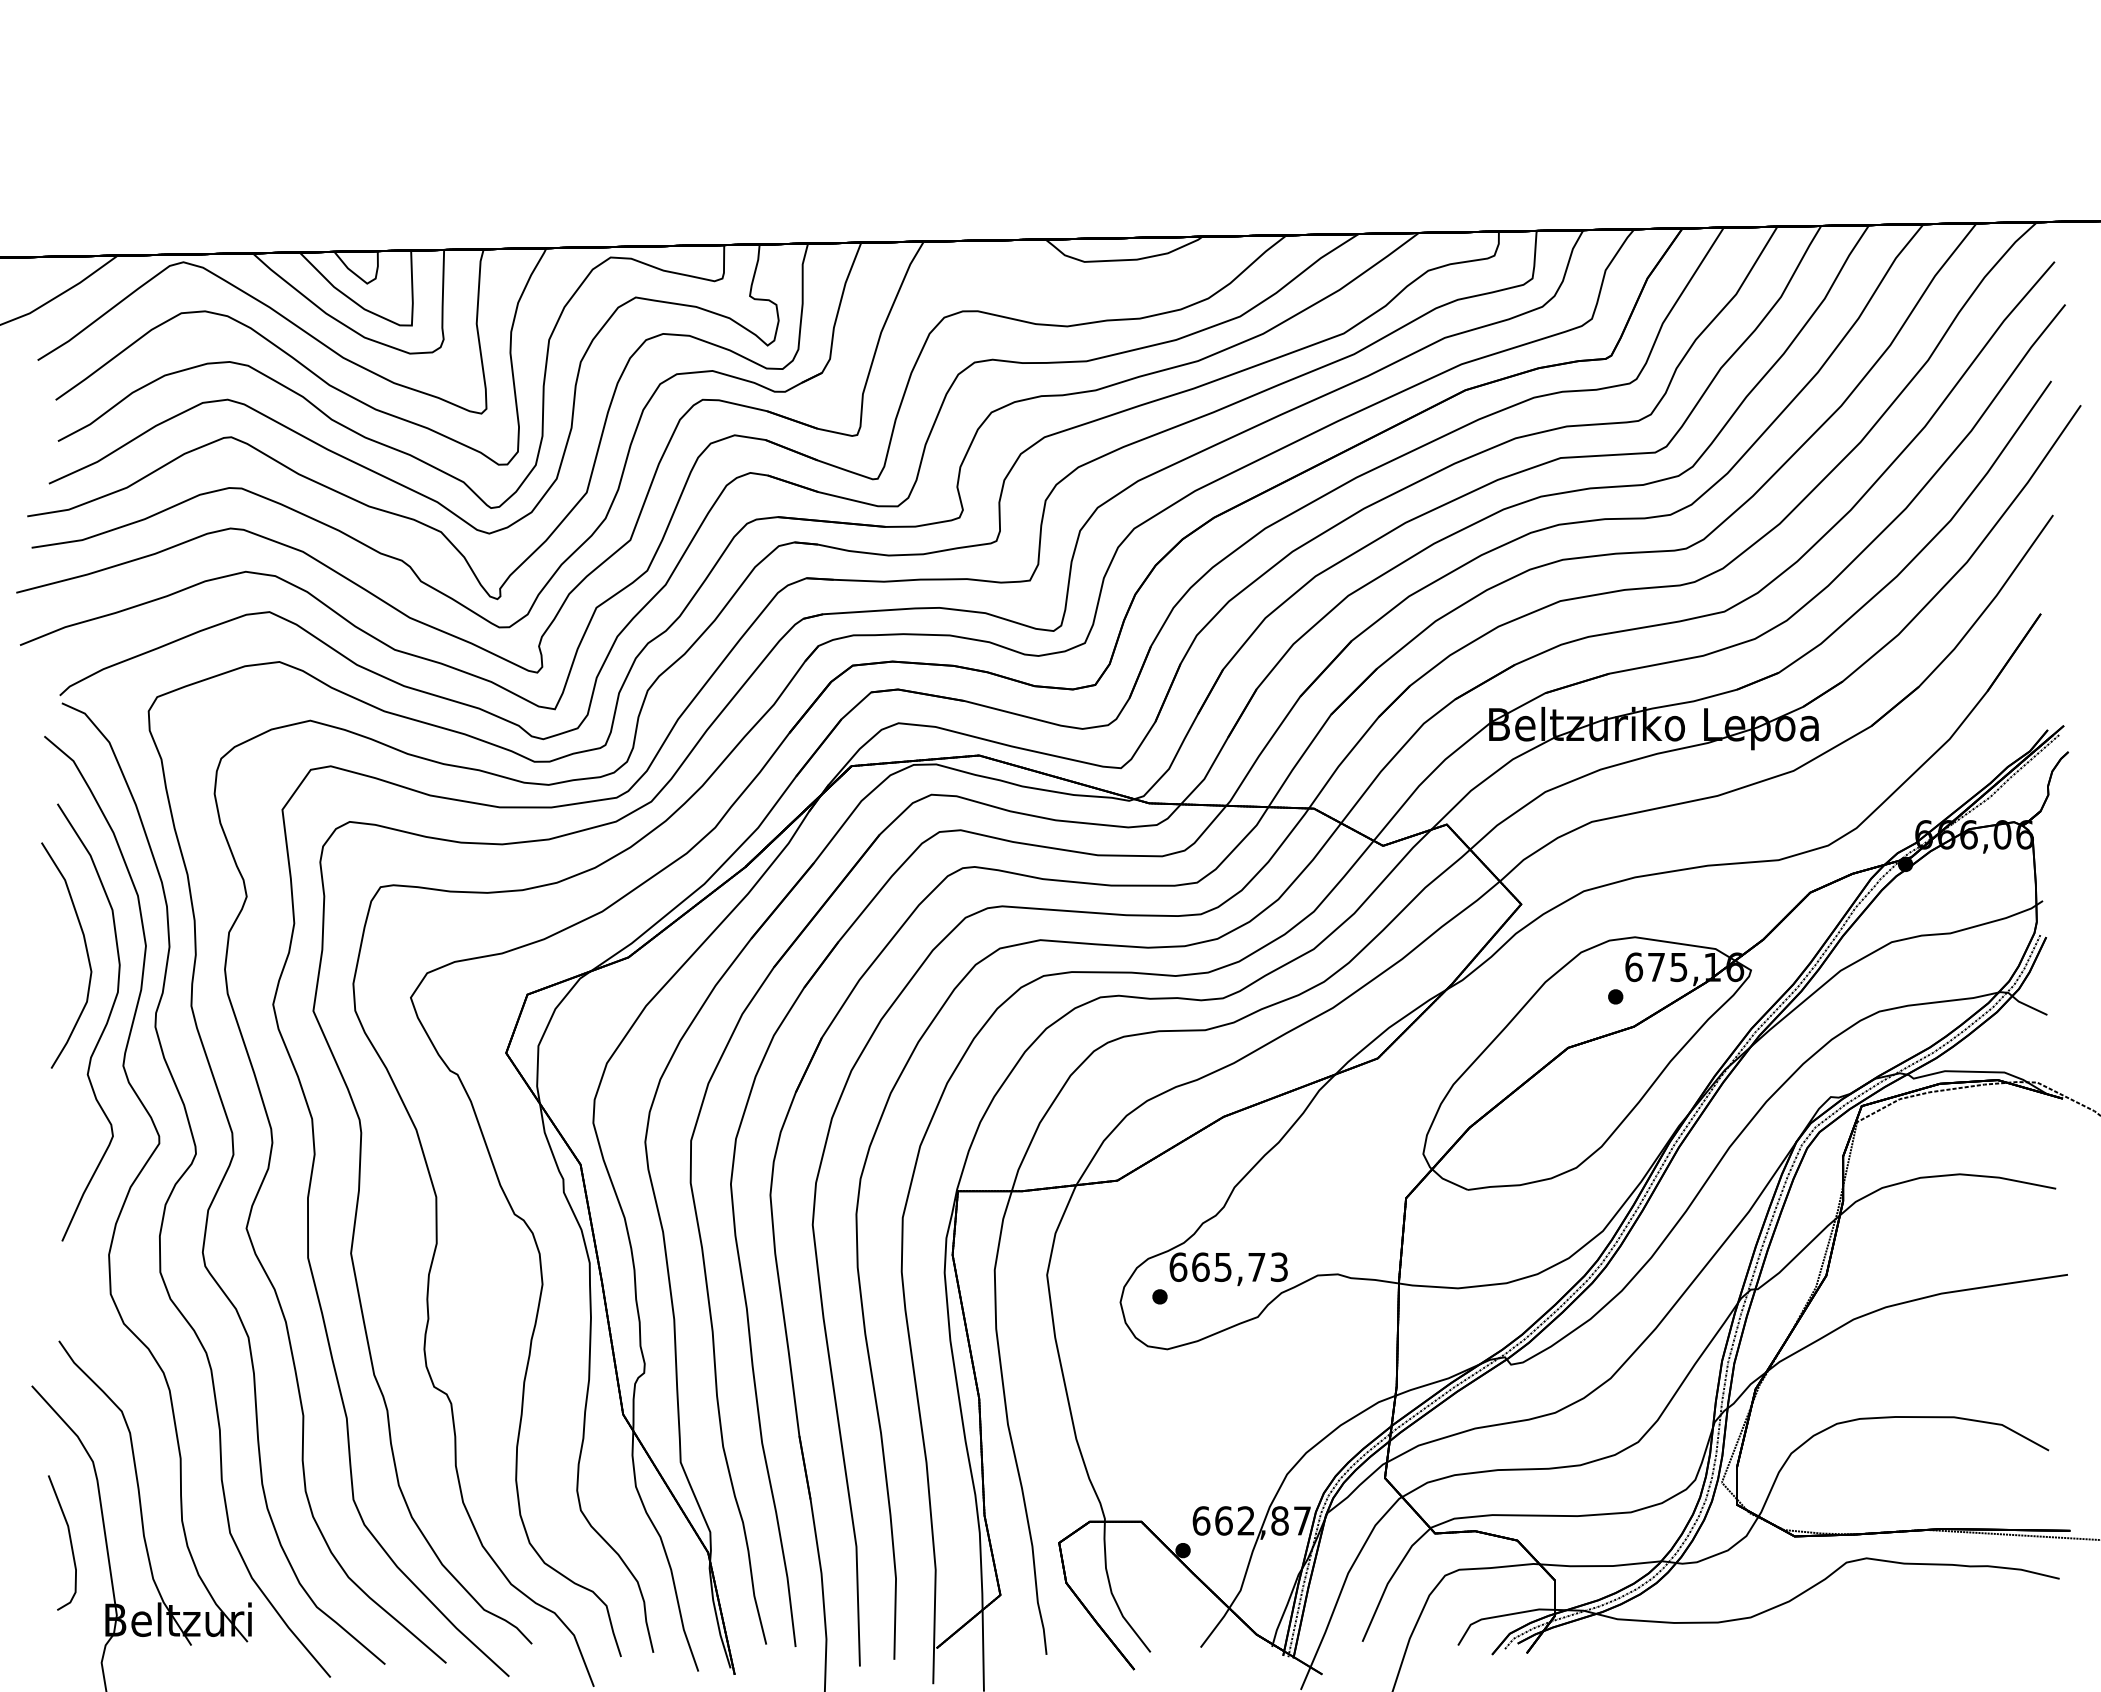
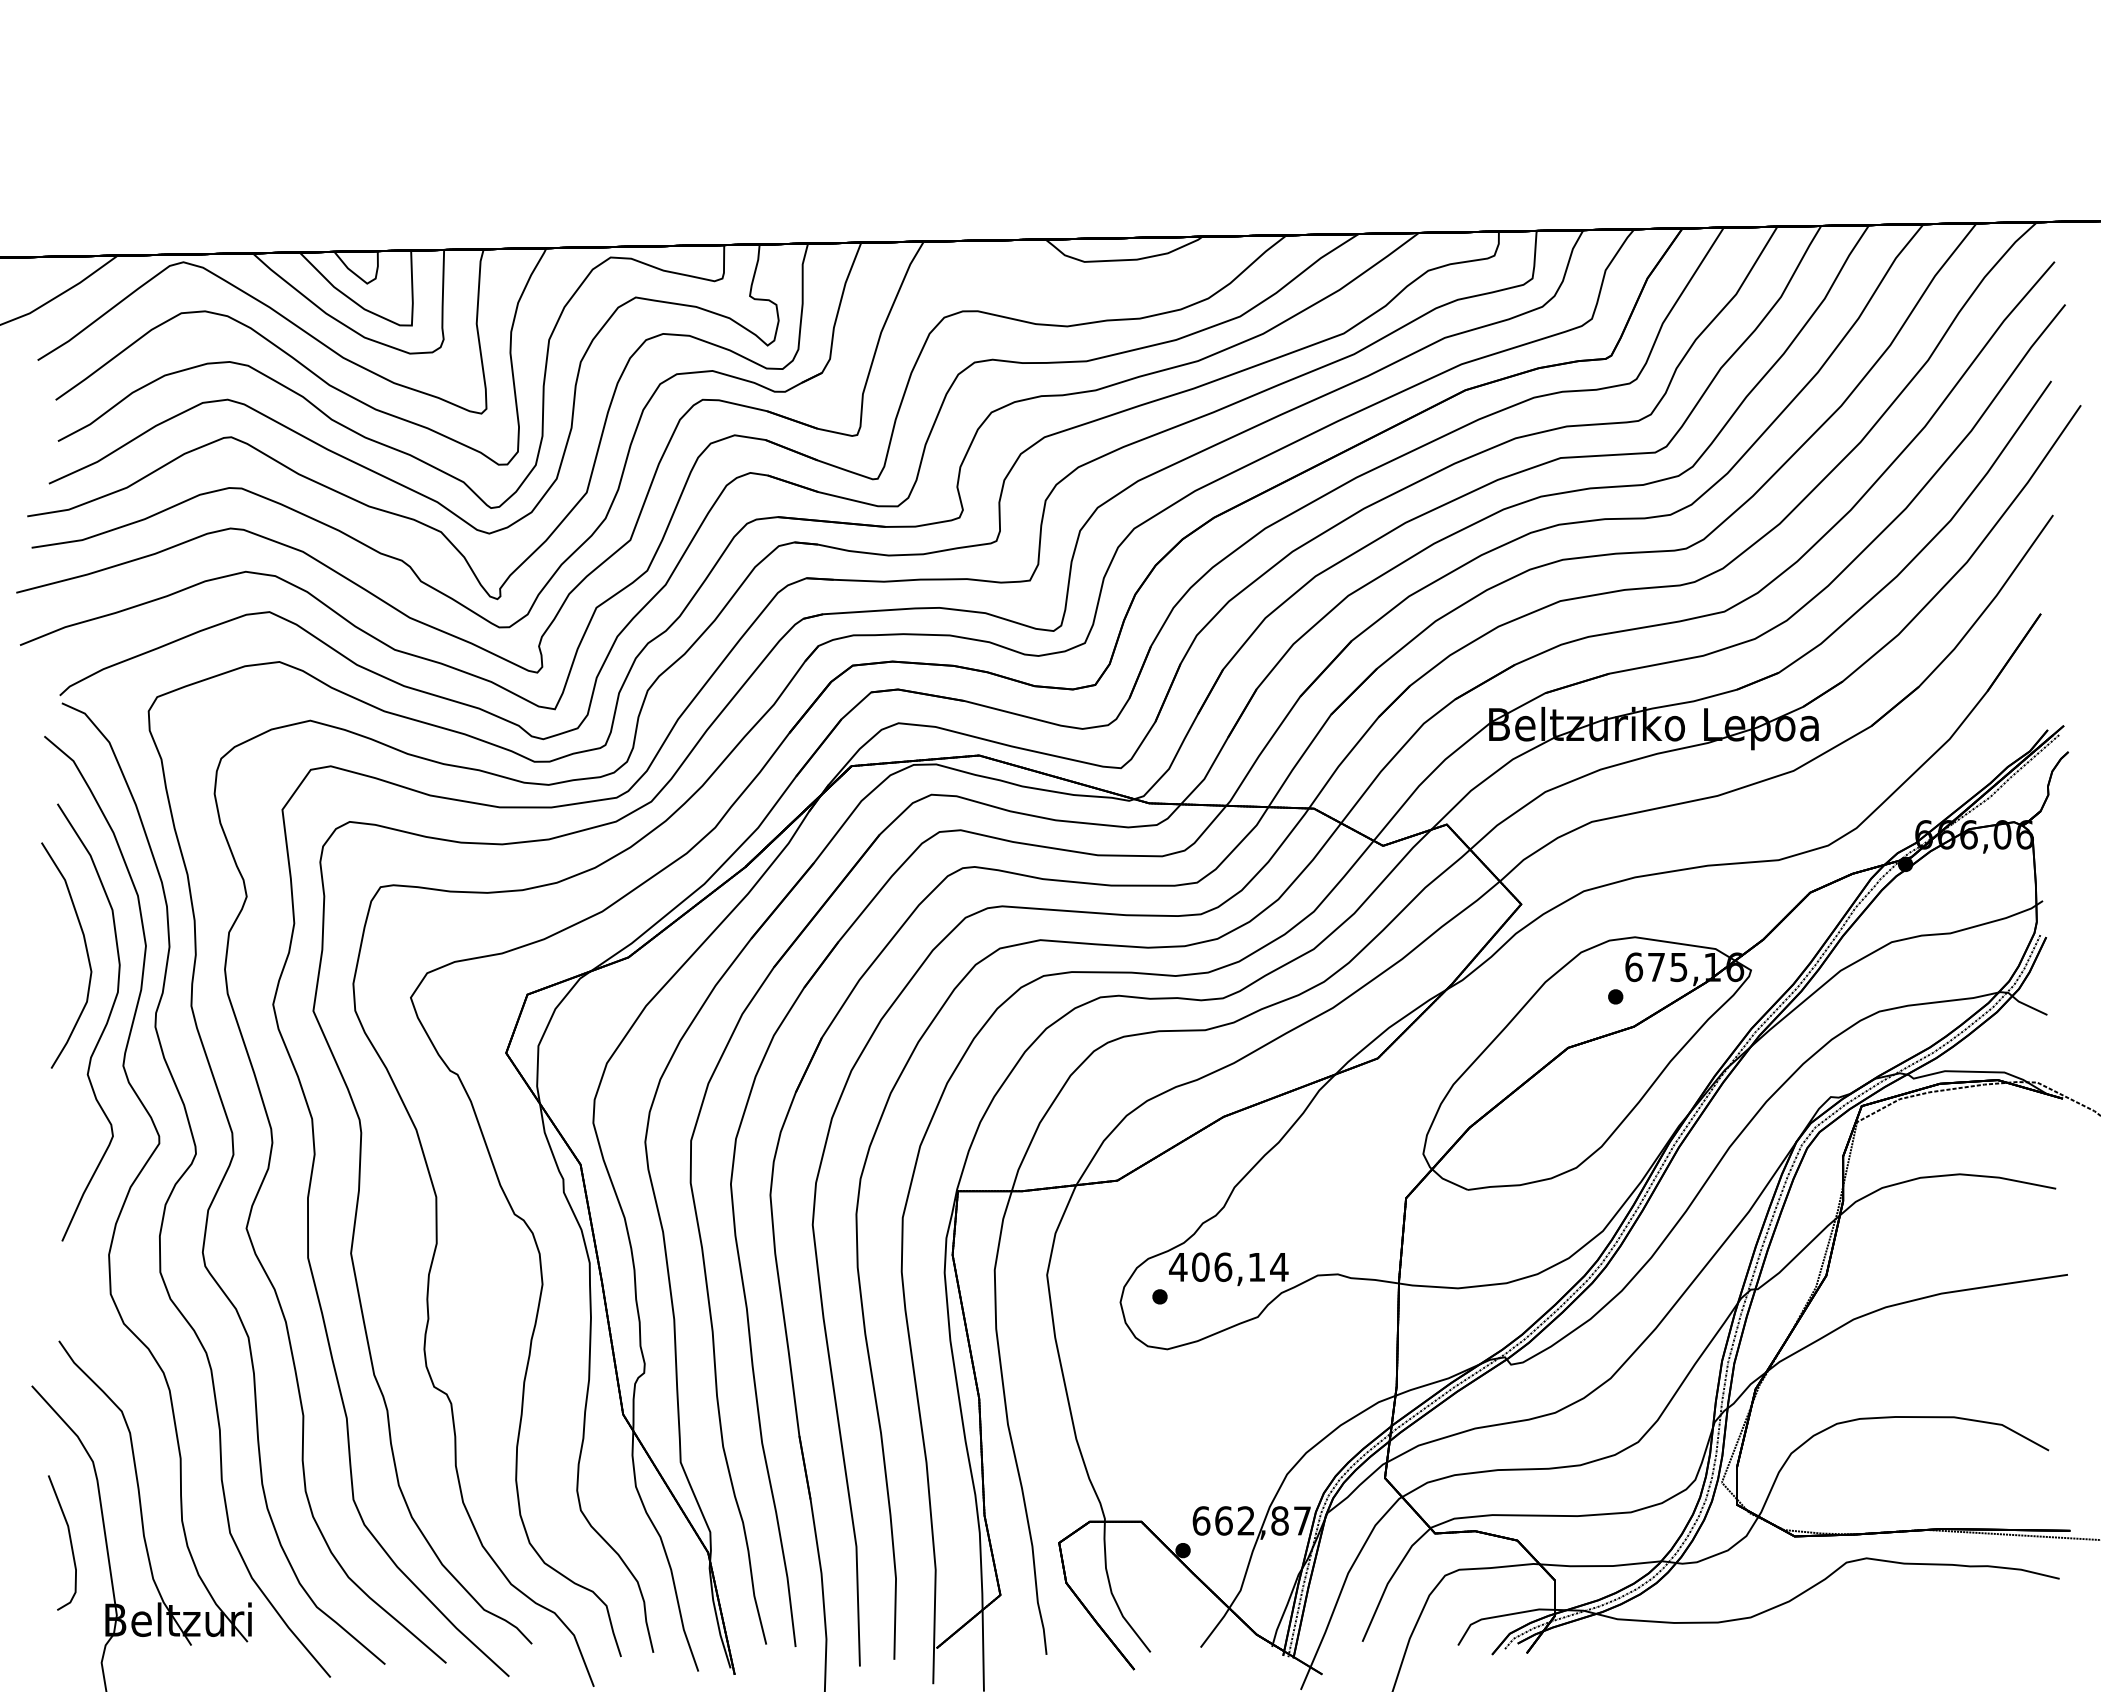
text at (1228, 1267): 665,73 -> 406,14
